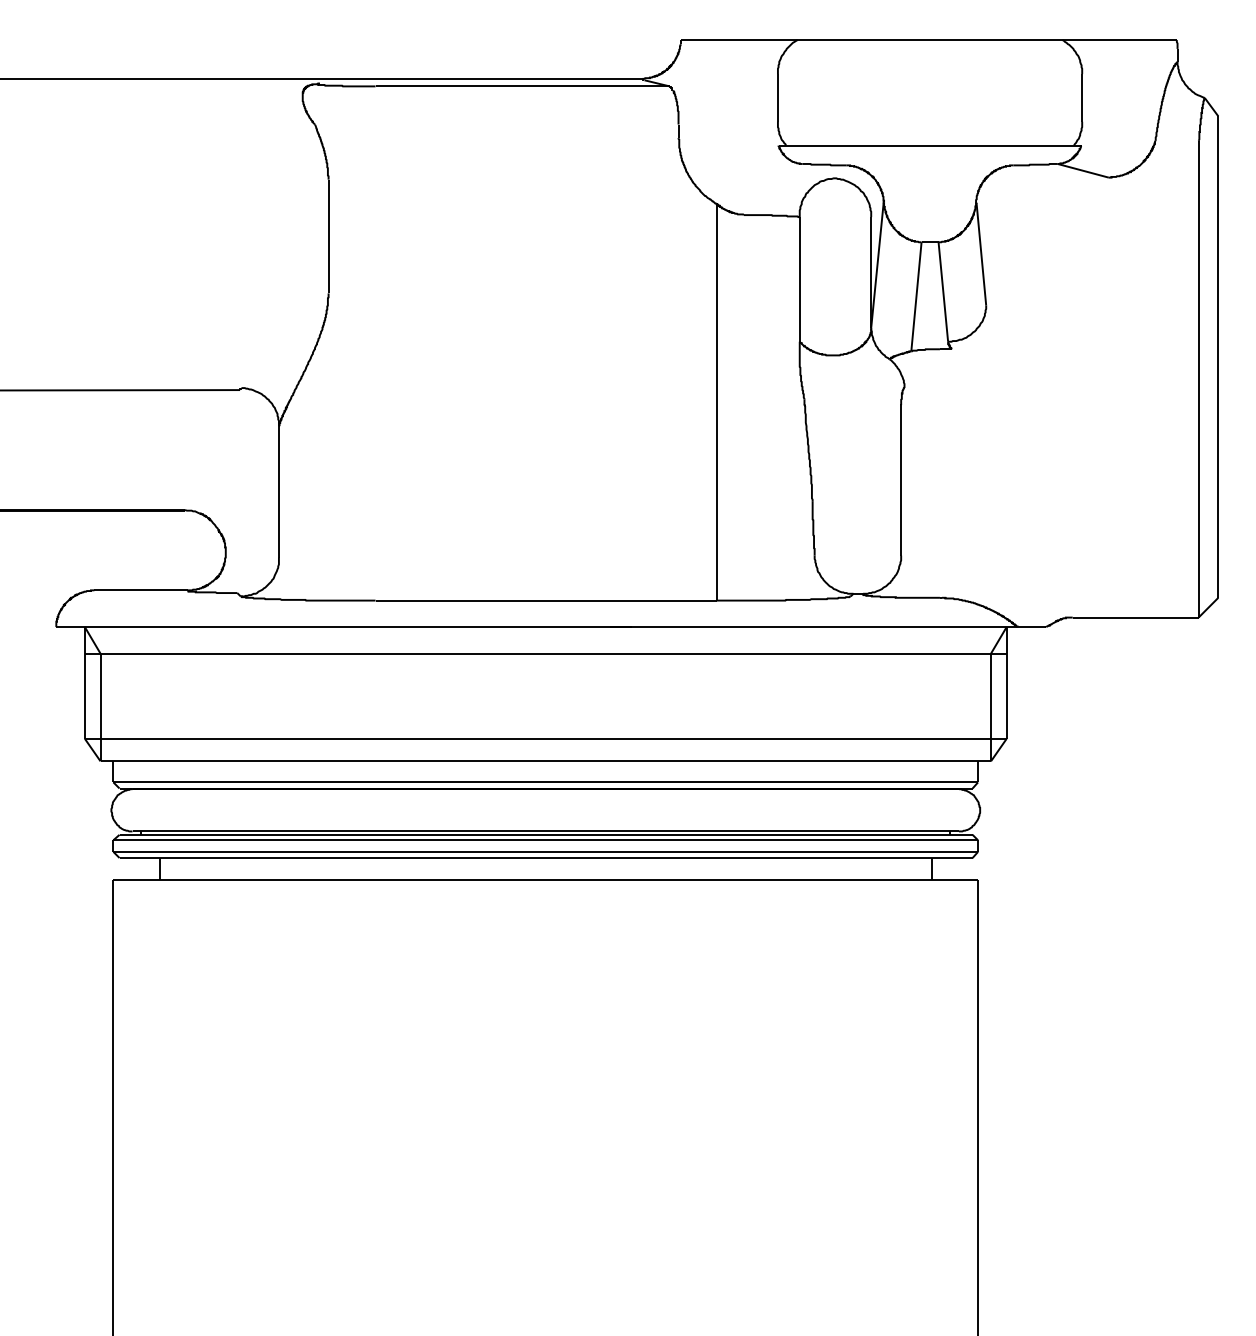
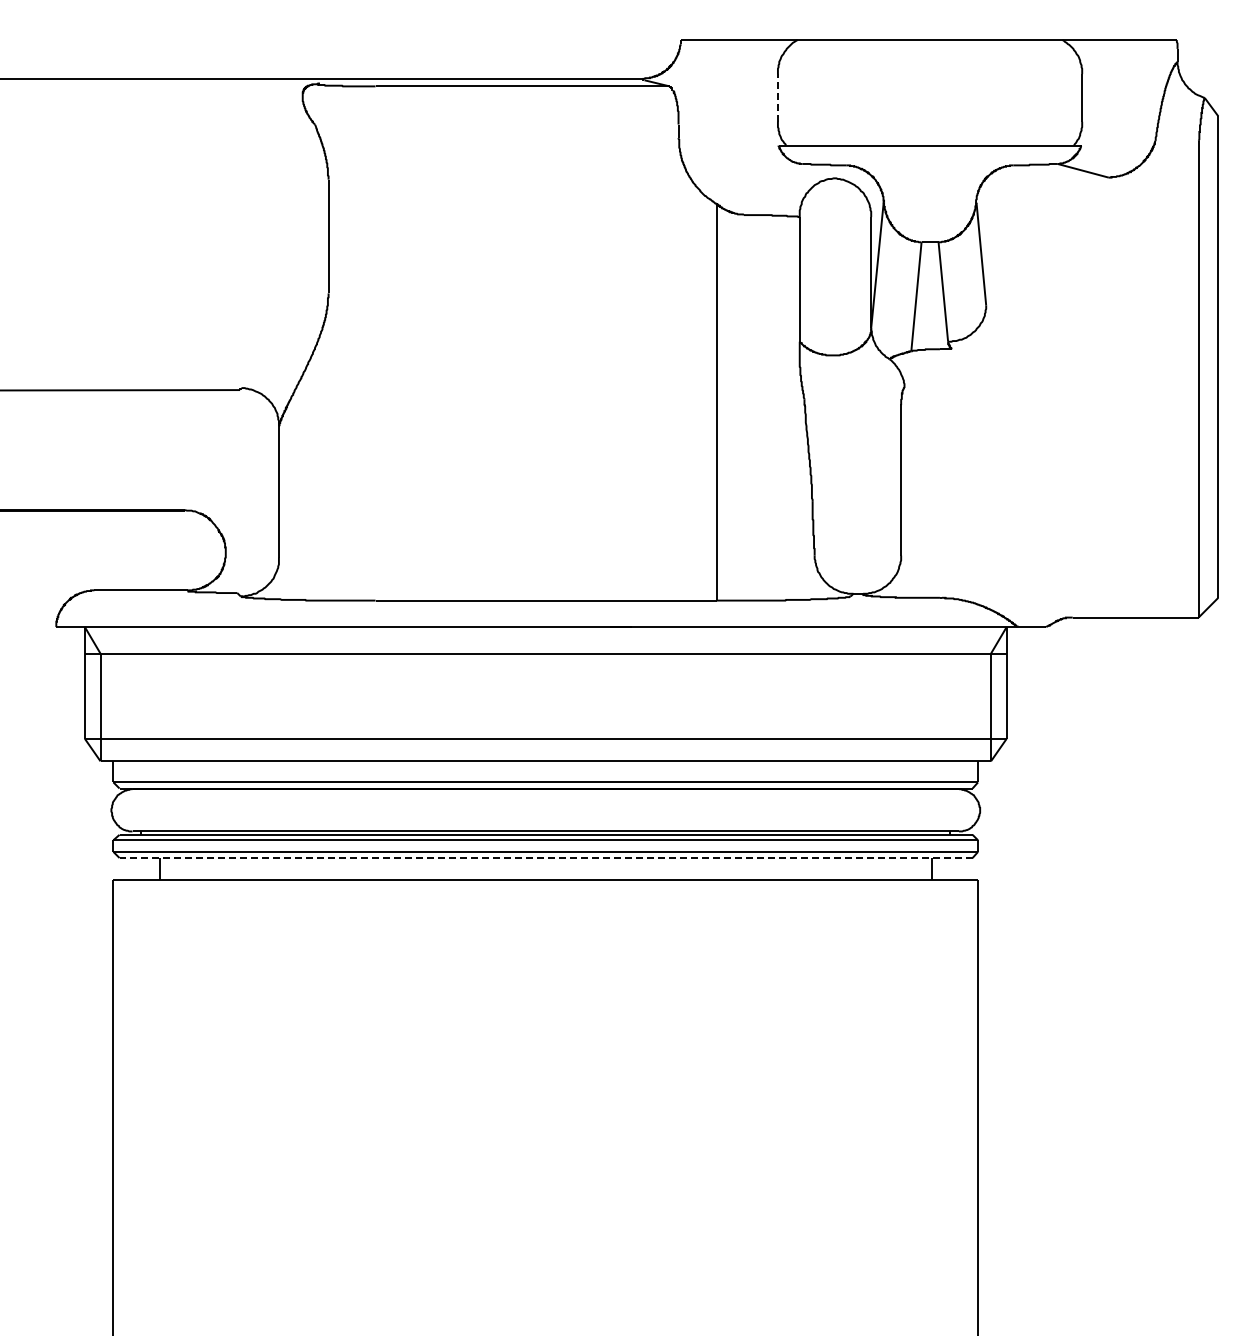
line at (777, 97): solid -> dashed
line at (546, 858): solid -> dashed
